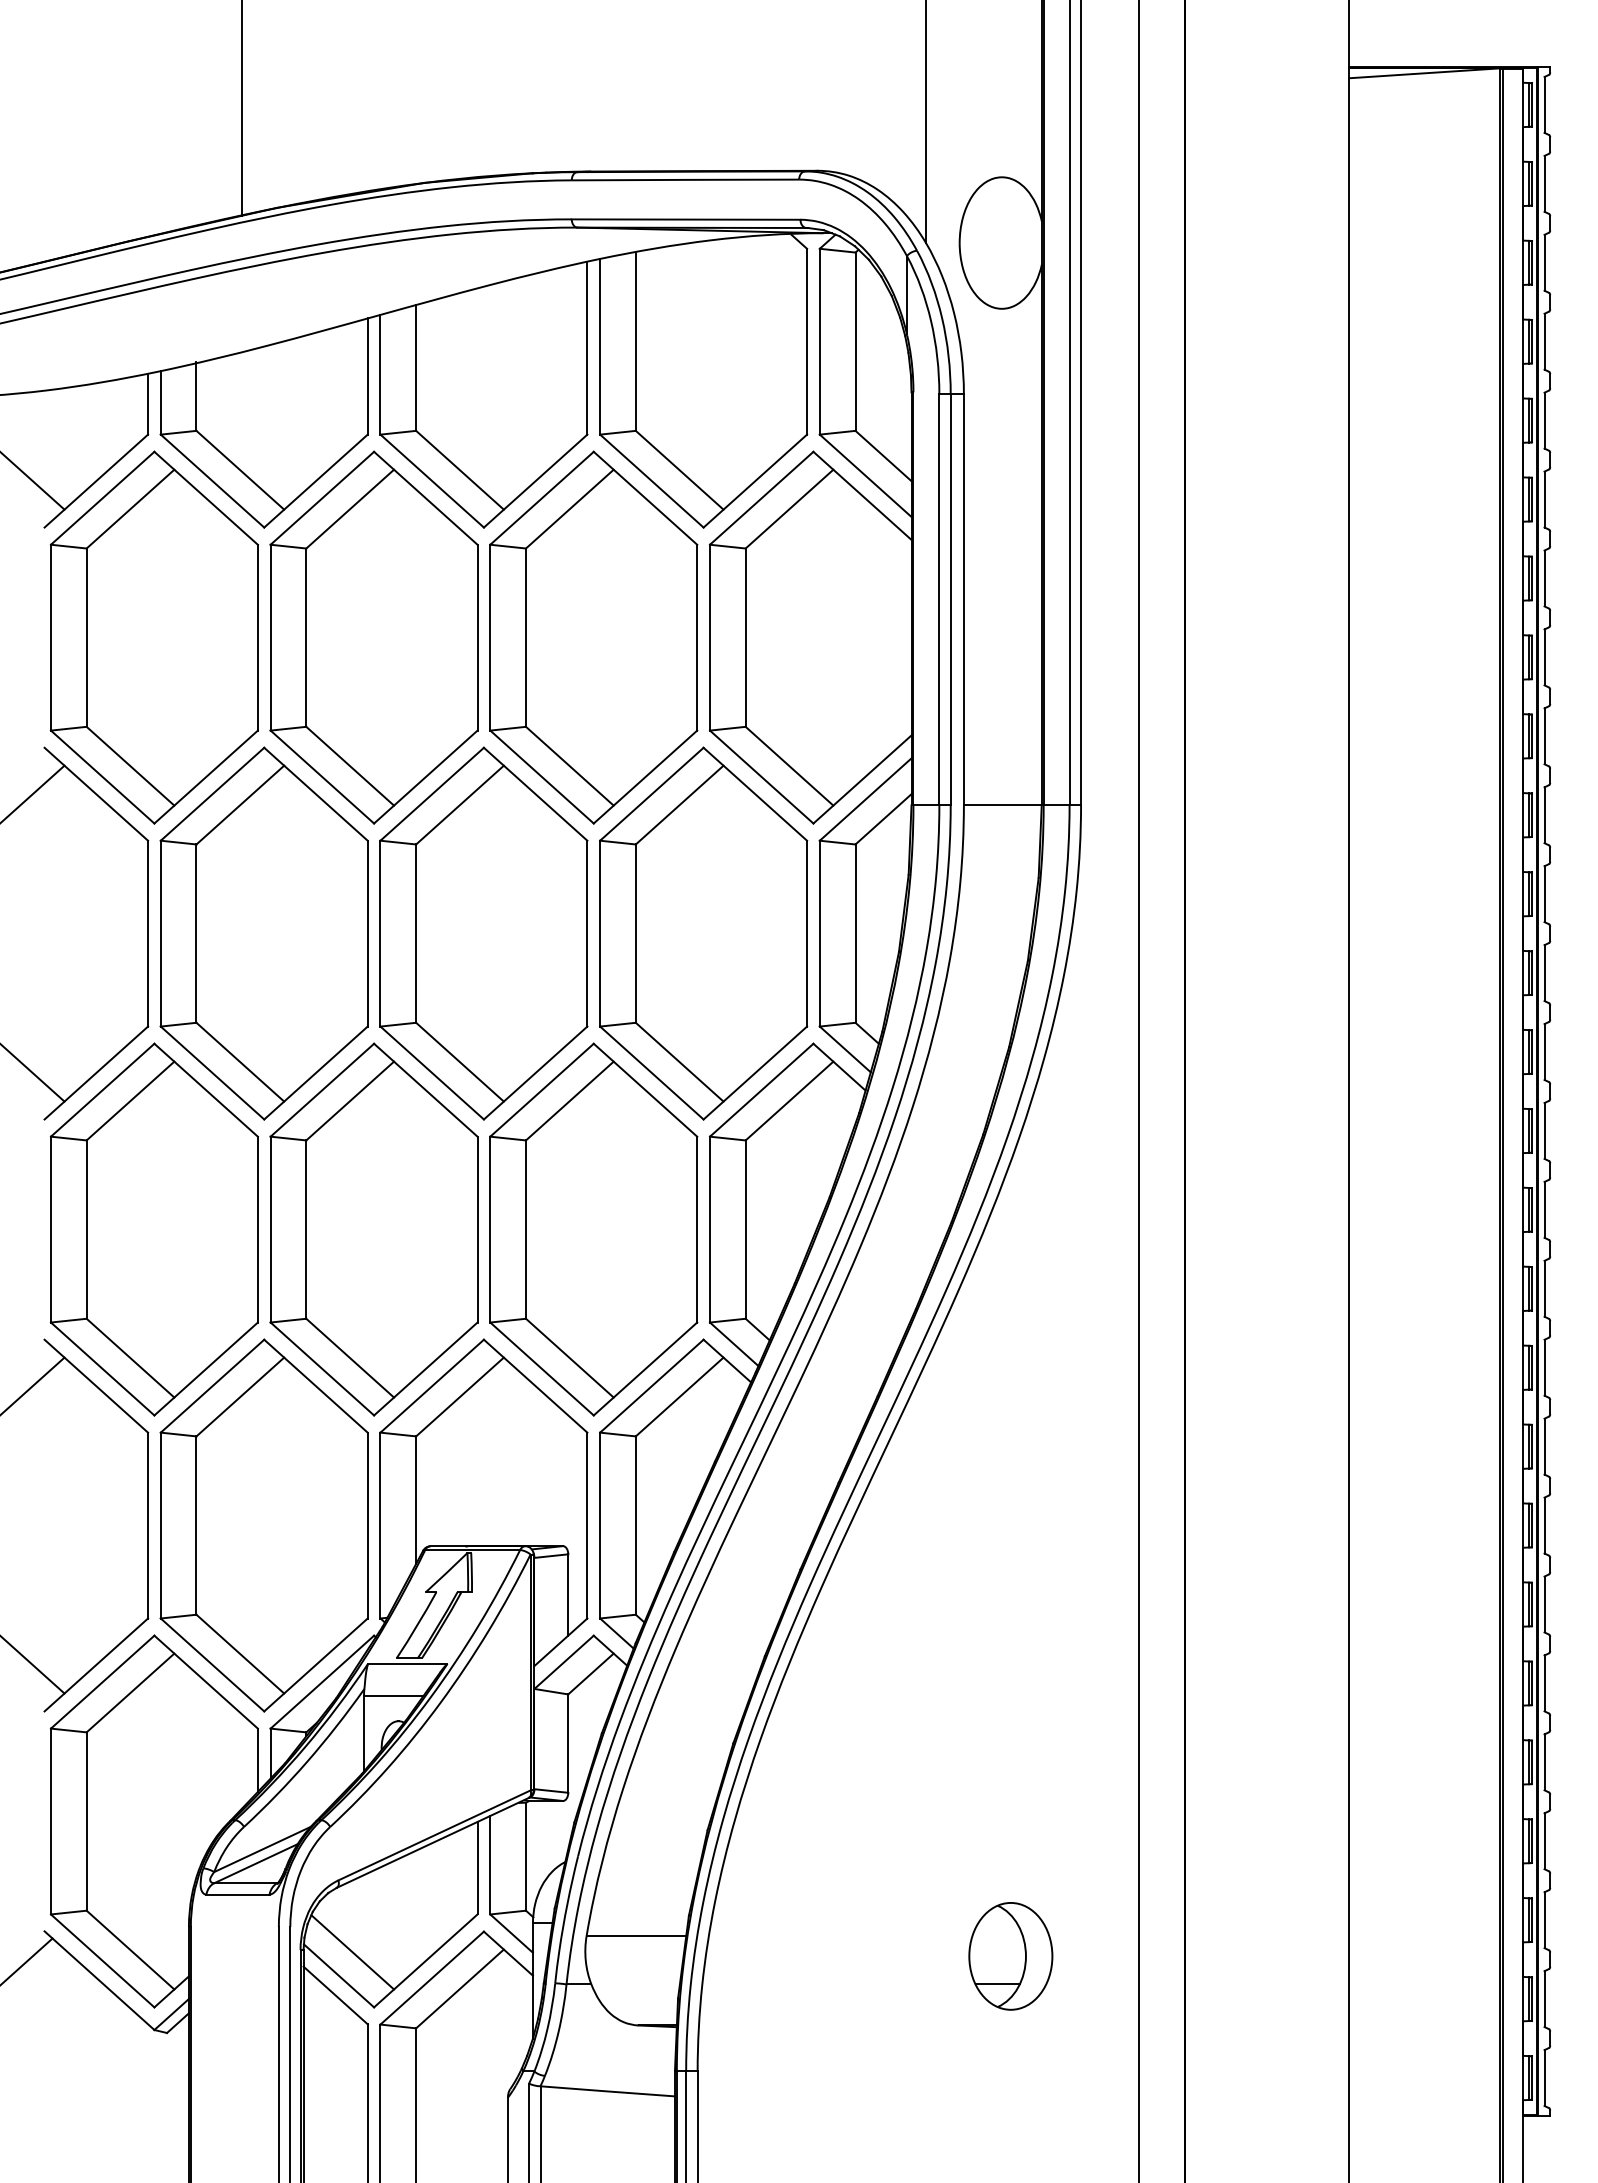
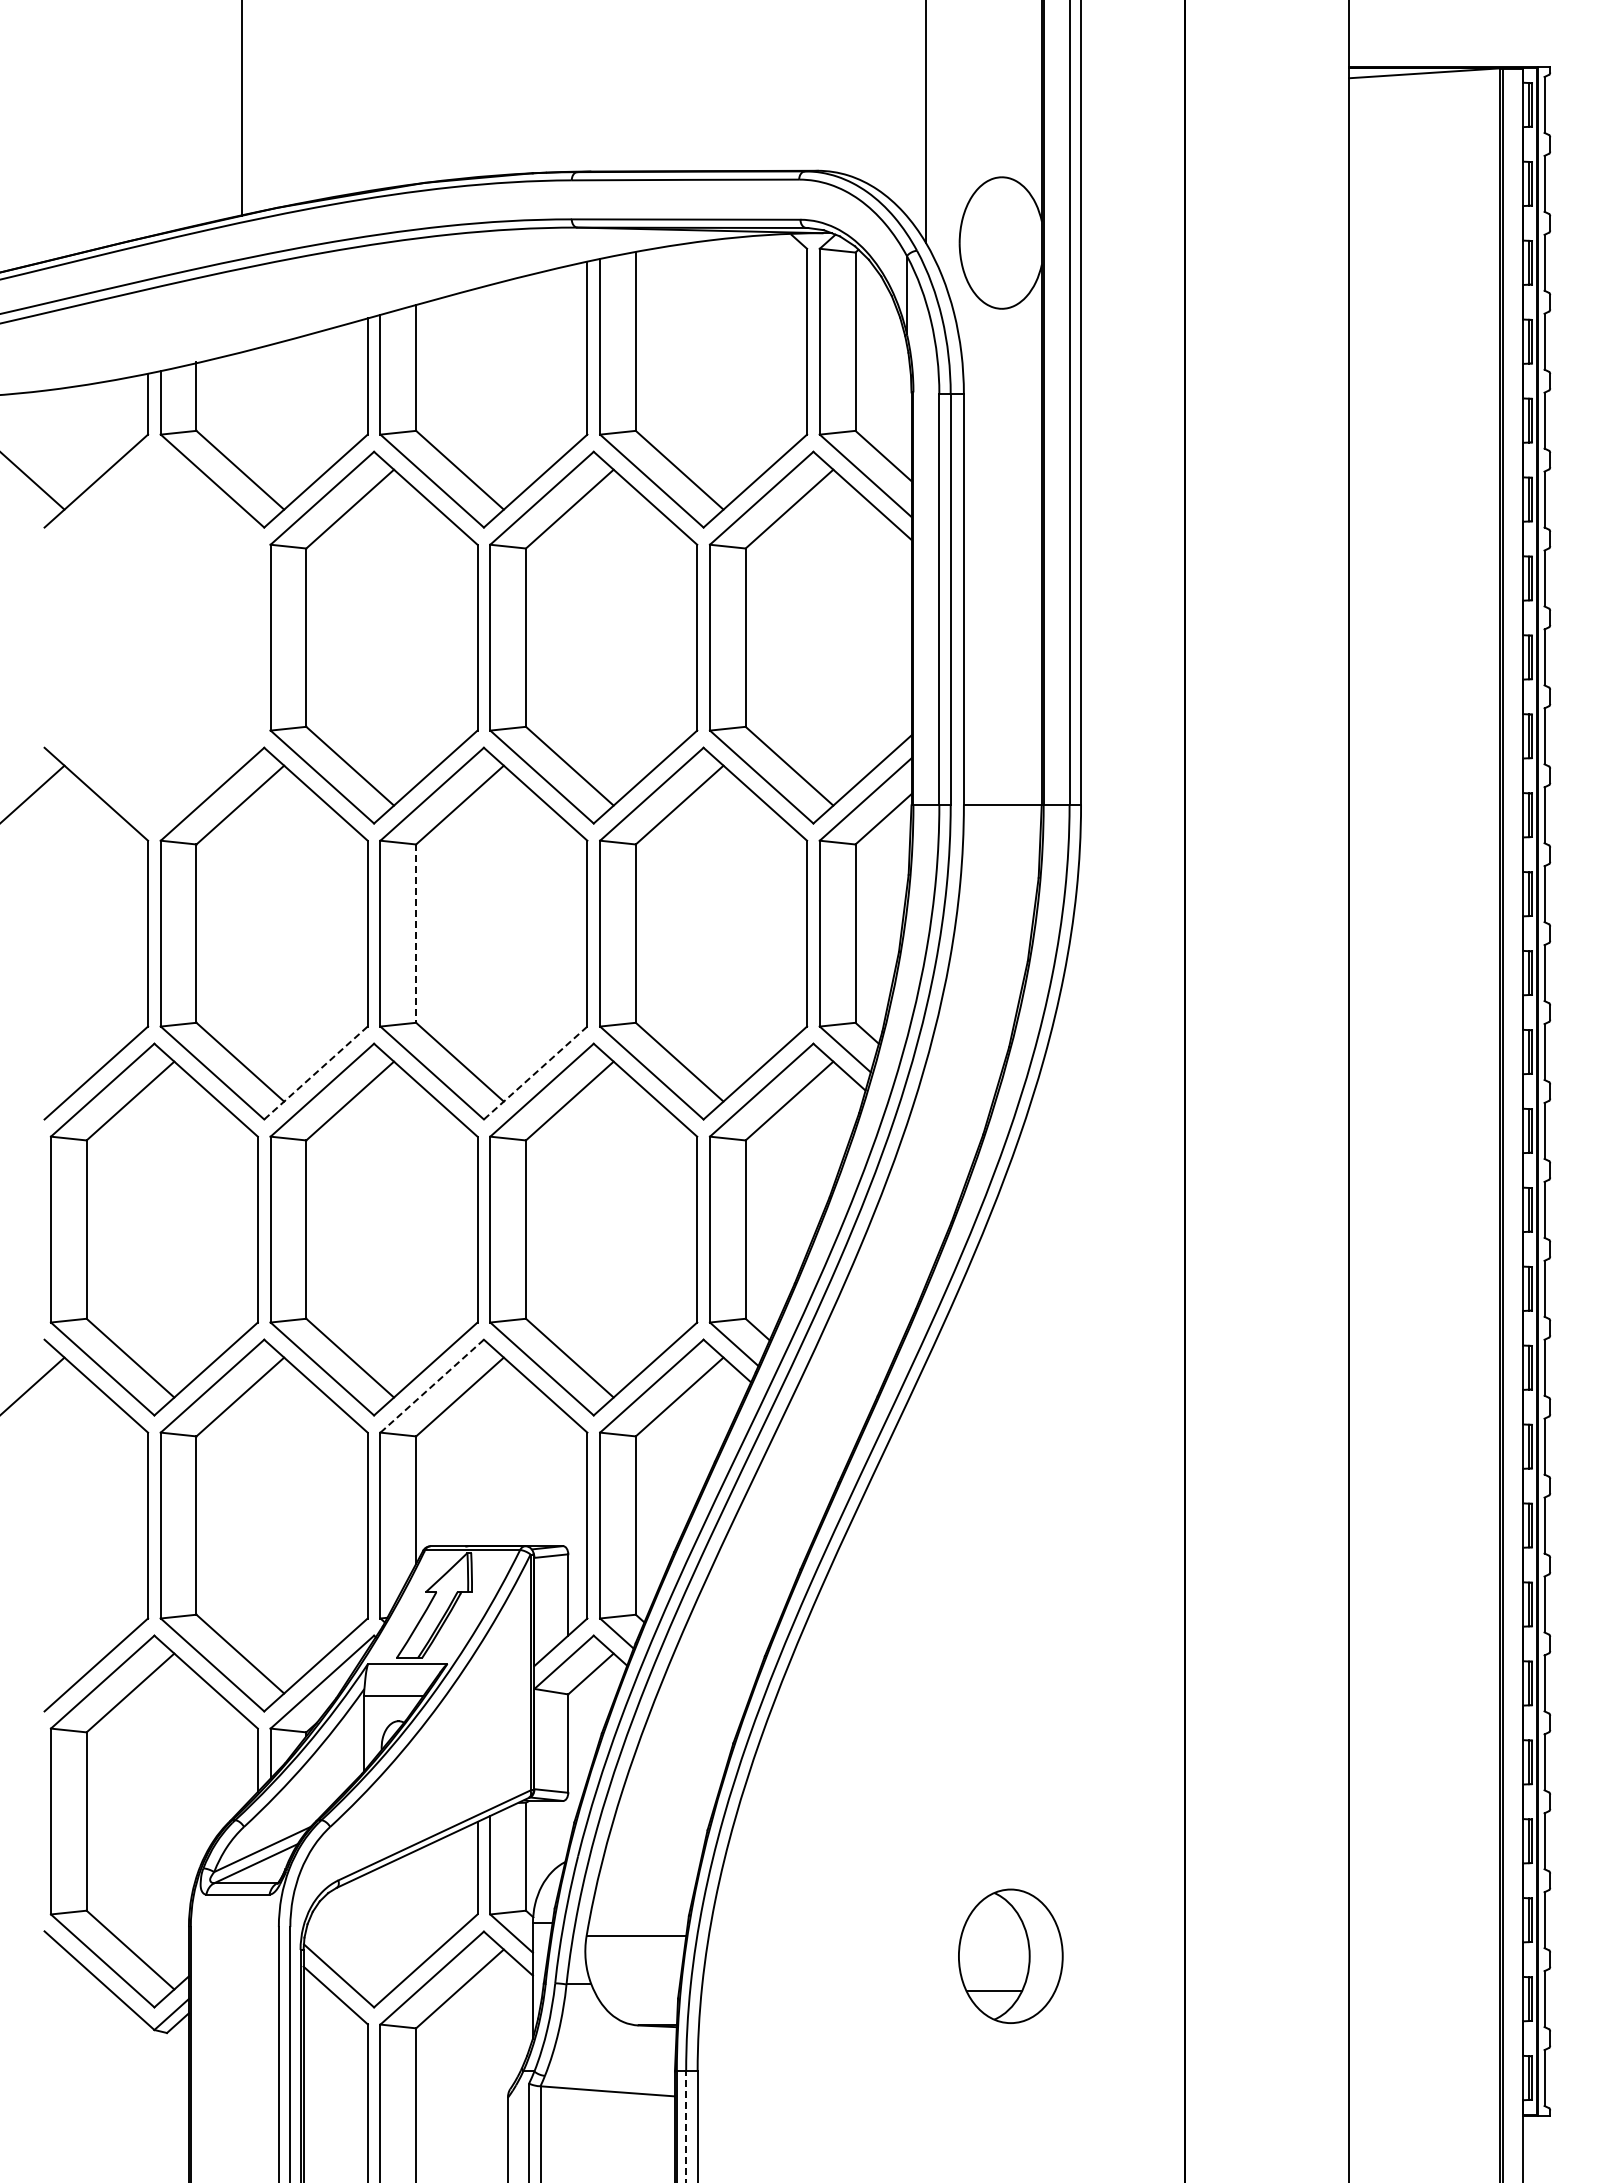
part at (153, 637): present -> none
line at (416, 934): solid -> dashed
line at (33, 1073): present -> none
line at (315, 1073): solid -> dashed
line at (535, 1073): solid -> dashed
line at (1139, 1090): present -> none
line at (432, 1386): solid -> dashed
line at (33, 1665): present -> none
line at (352, 1952): present -> none
part at (1010, 1956) size: 86x109 px -> 106x136 px
line at (27, 1960): present -> none
line at (686, 2126): solid -> dashed
